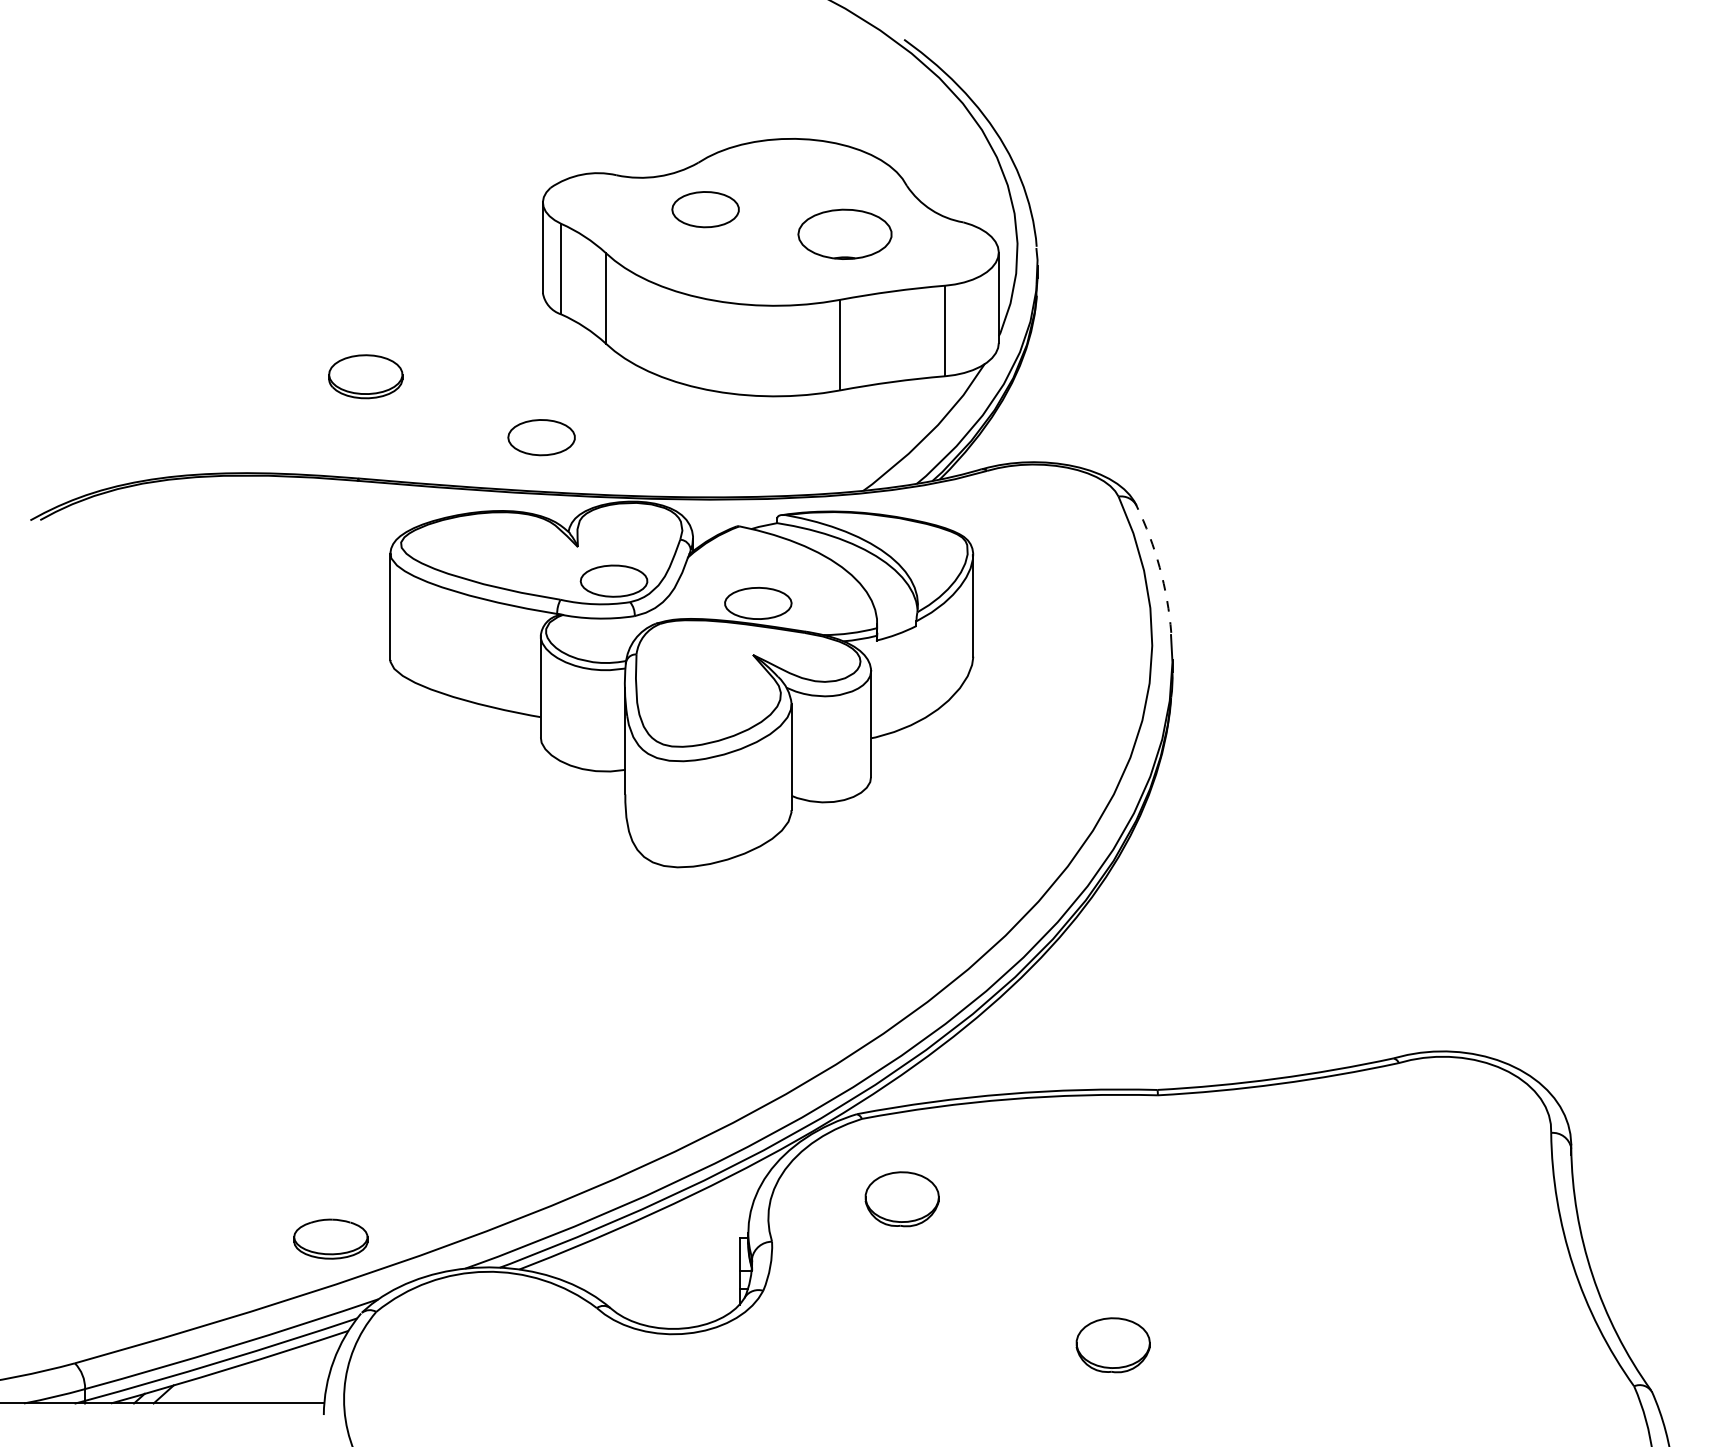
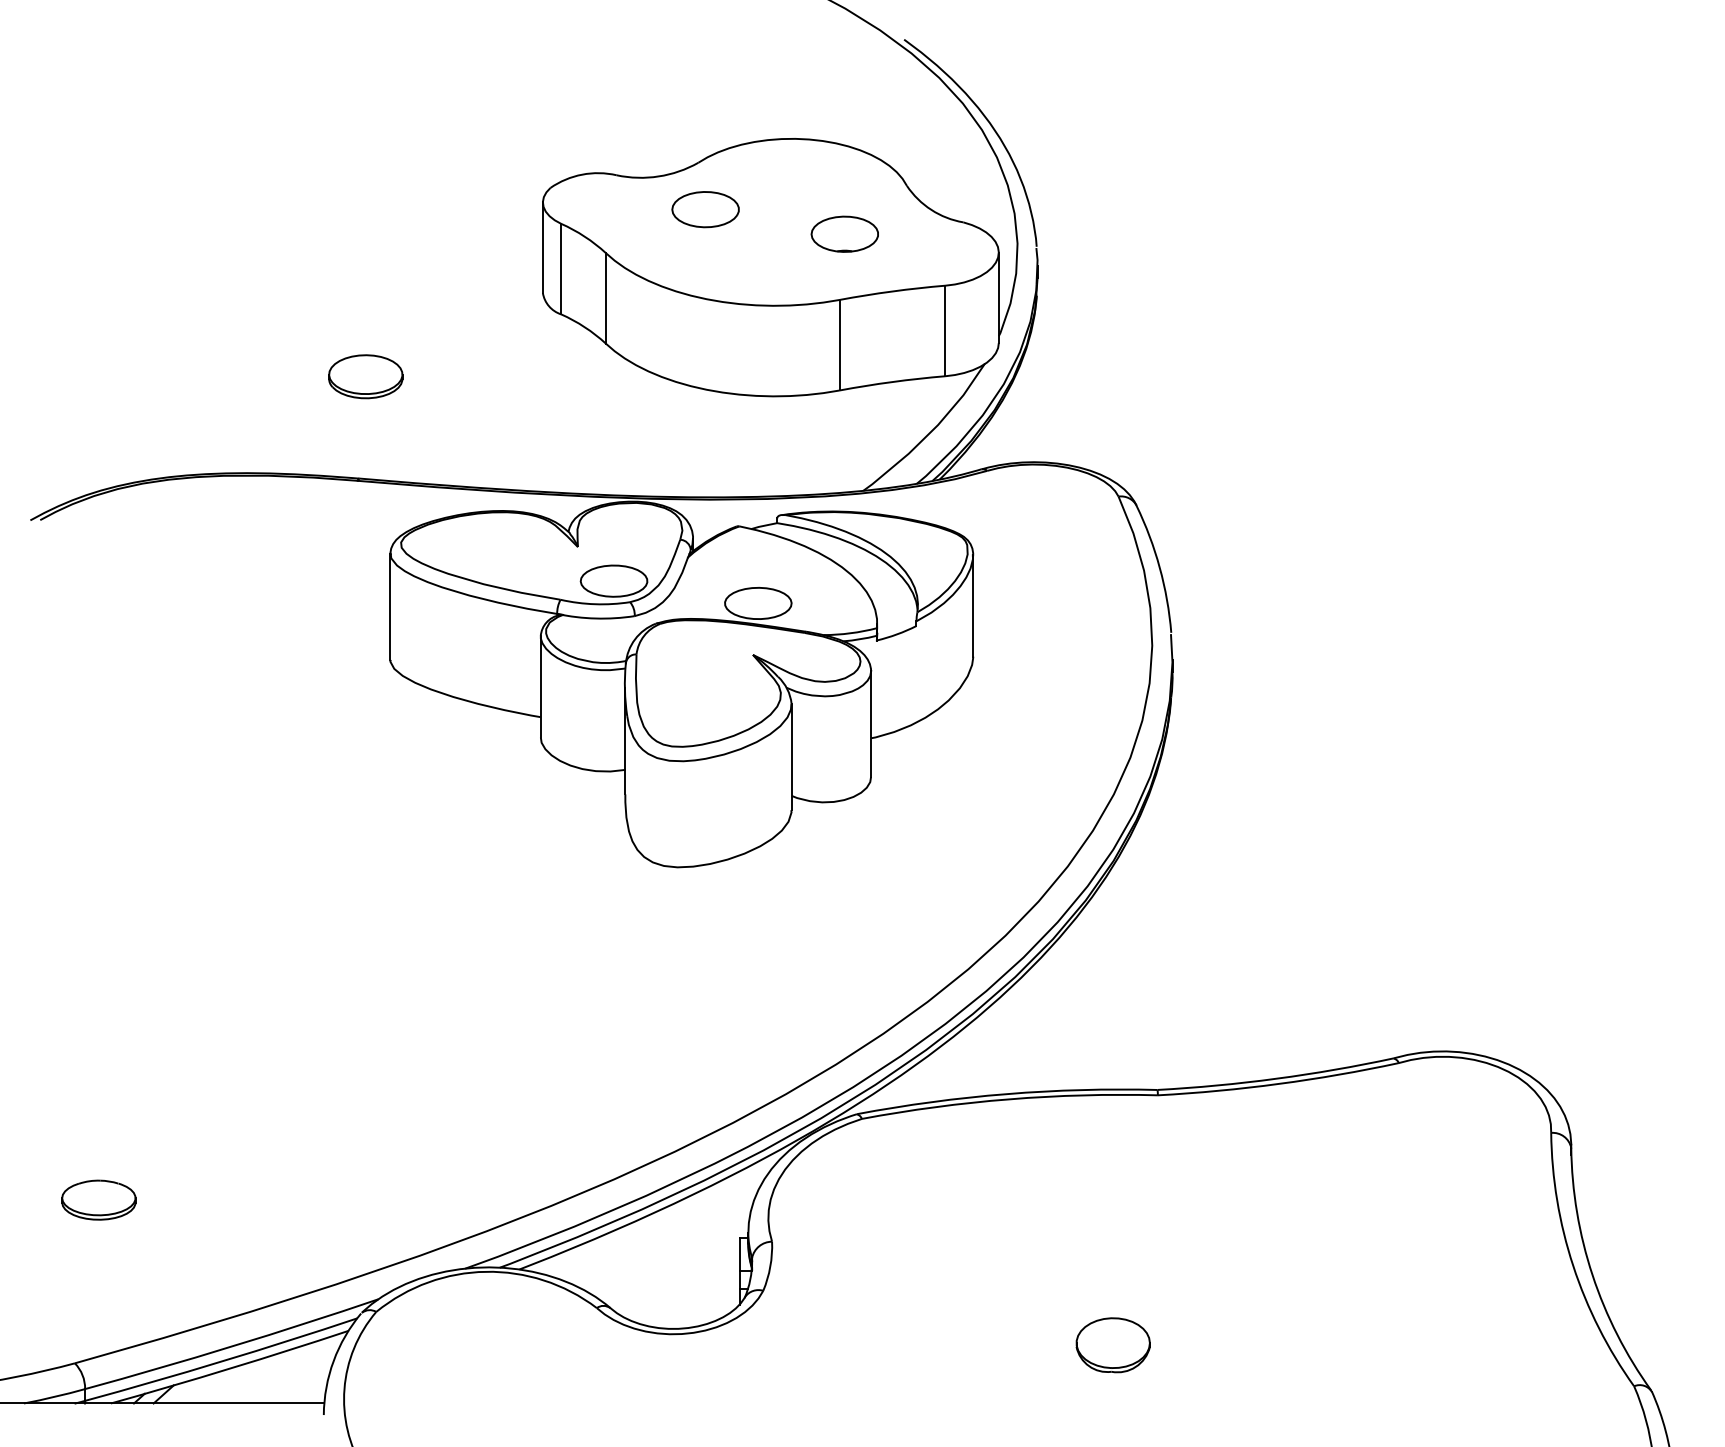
part at (844, 233) size: 96x52 px -> 69x38 px
part at (541, 437): present -> none
arc at (1159, 567): dashed -> solid
part at (901, 1199): present -> none
part at (330, 1238) position: (330, 1238) -> (98, 1199)
